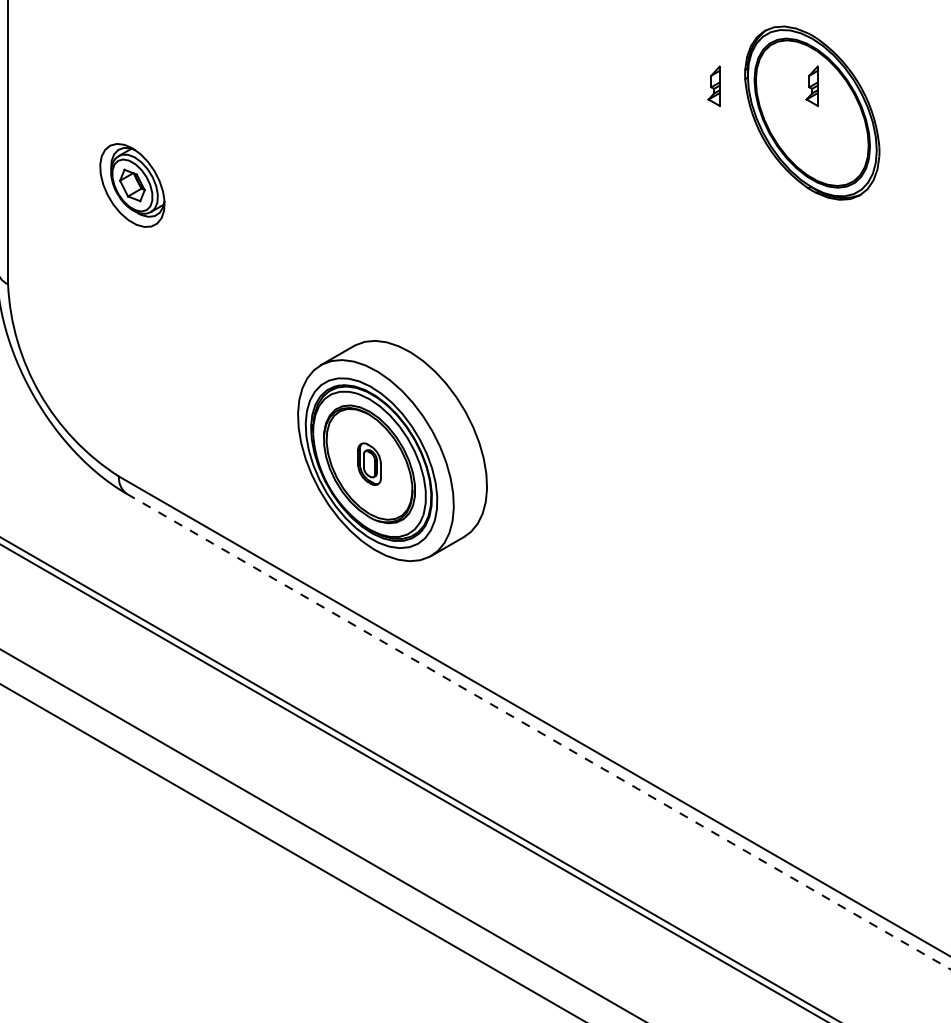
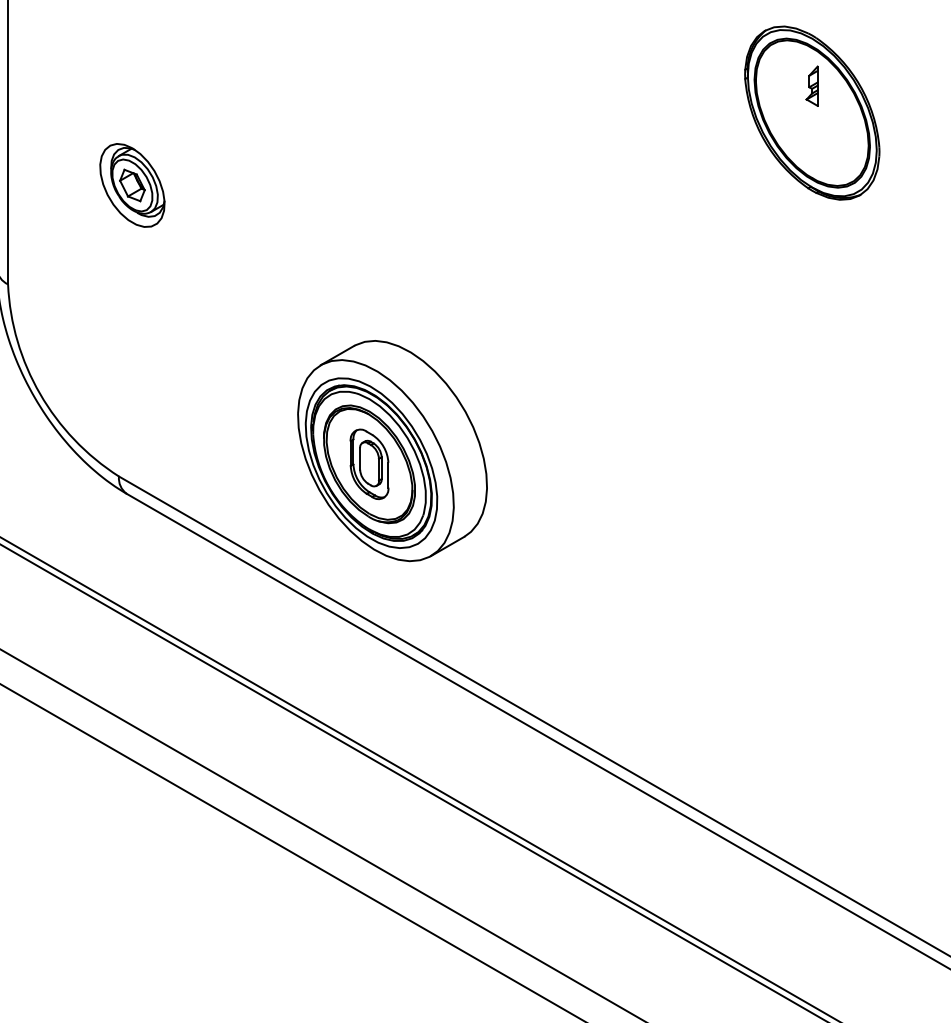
part at (713, 85): present -> none
part at (369, 463) size: 25x44 px -> 41x72 px
line at (539, 731): dashed -> solid
